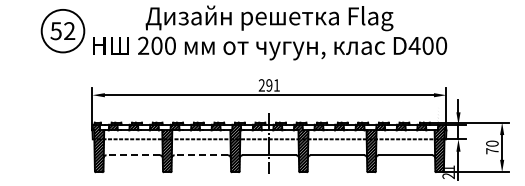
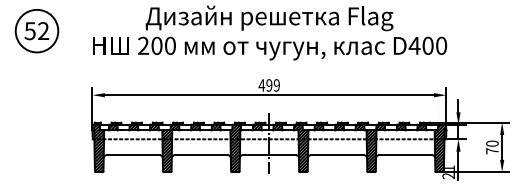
part at (62, 31) position: (62, 31) -> (36, 31)
text at (268, 85): 291 -> 499
line at (133, 155): dashed -> solid
line at (201, 155): dashed -> solid
